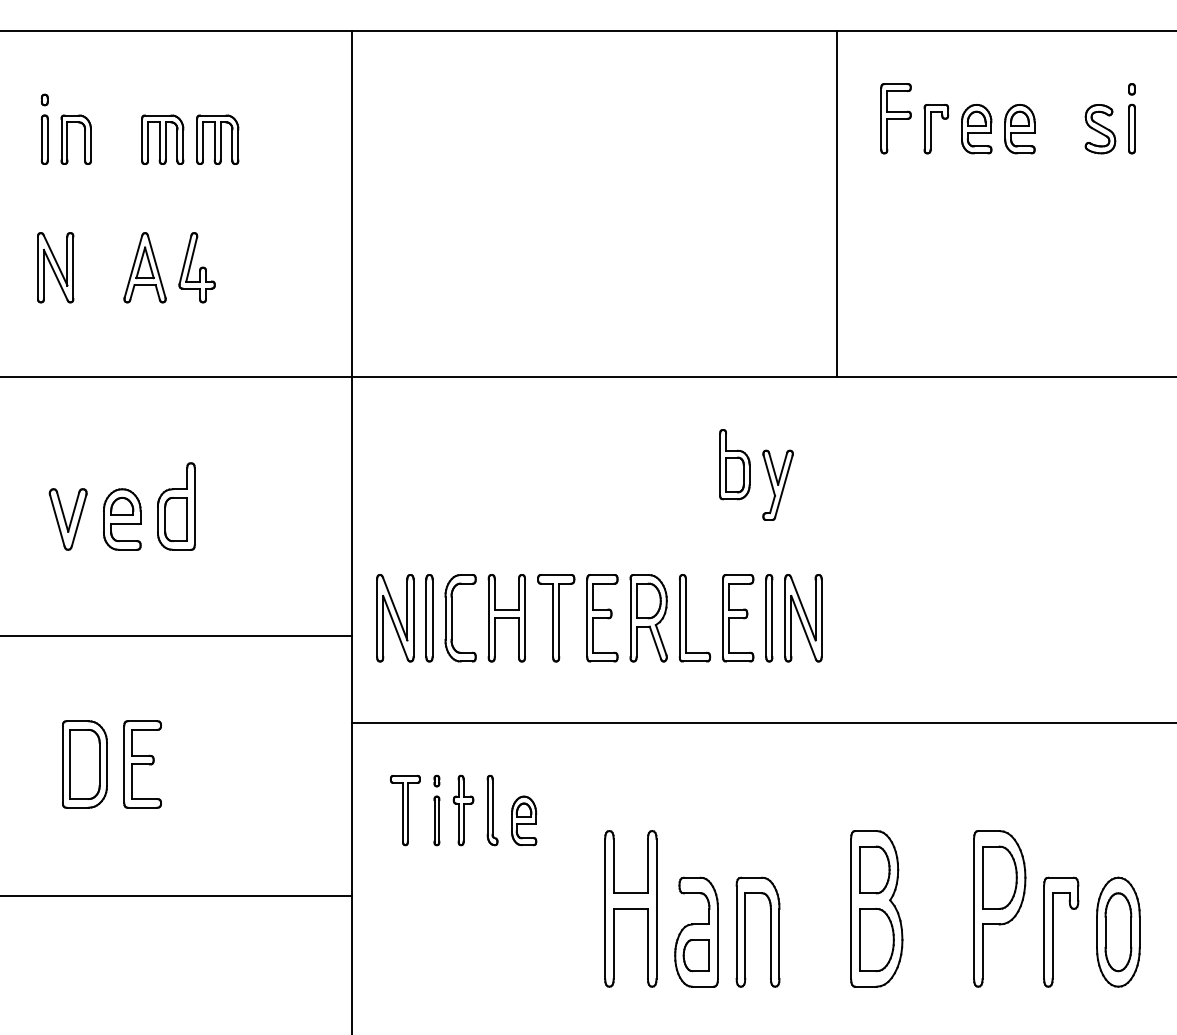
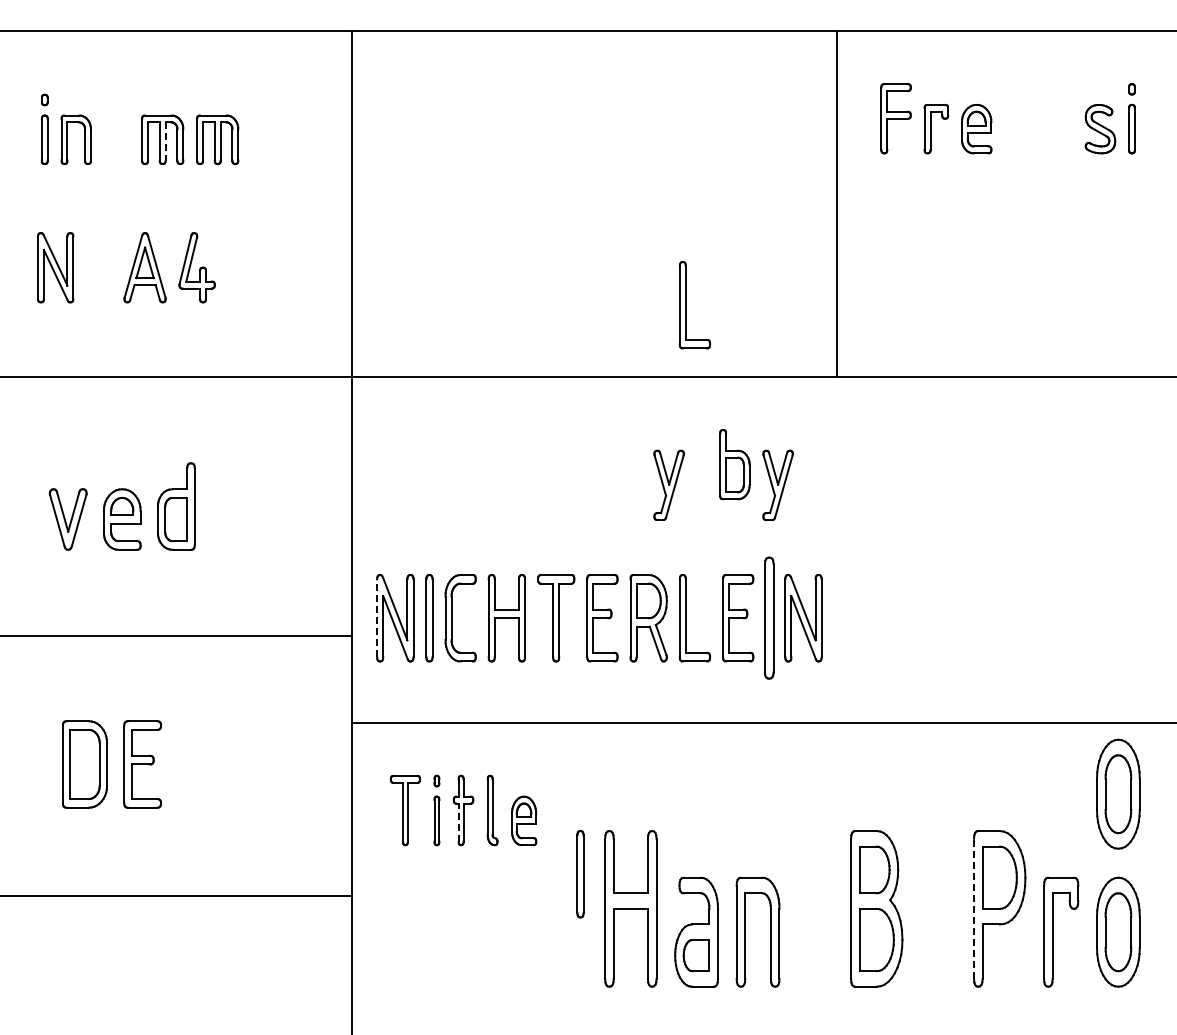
part at (1019, 129): present -> none
line at (165, 142): solid -> dashed
part at (686, 305): none -> present
part at (668, 484): none -> present
line at (377, 618): solid -> dashed
part at (769, 618) size: 9x89 px -> 11x124 px
part at (1118, 793): none -> present
line at (458, 822): solid -> dashed
part at (580, 874): none -> present
line at (974, 908): solid -> dashed
